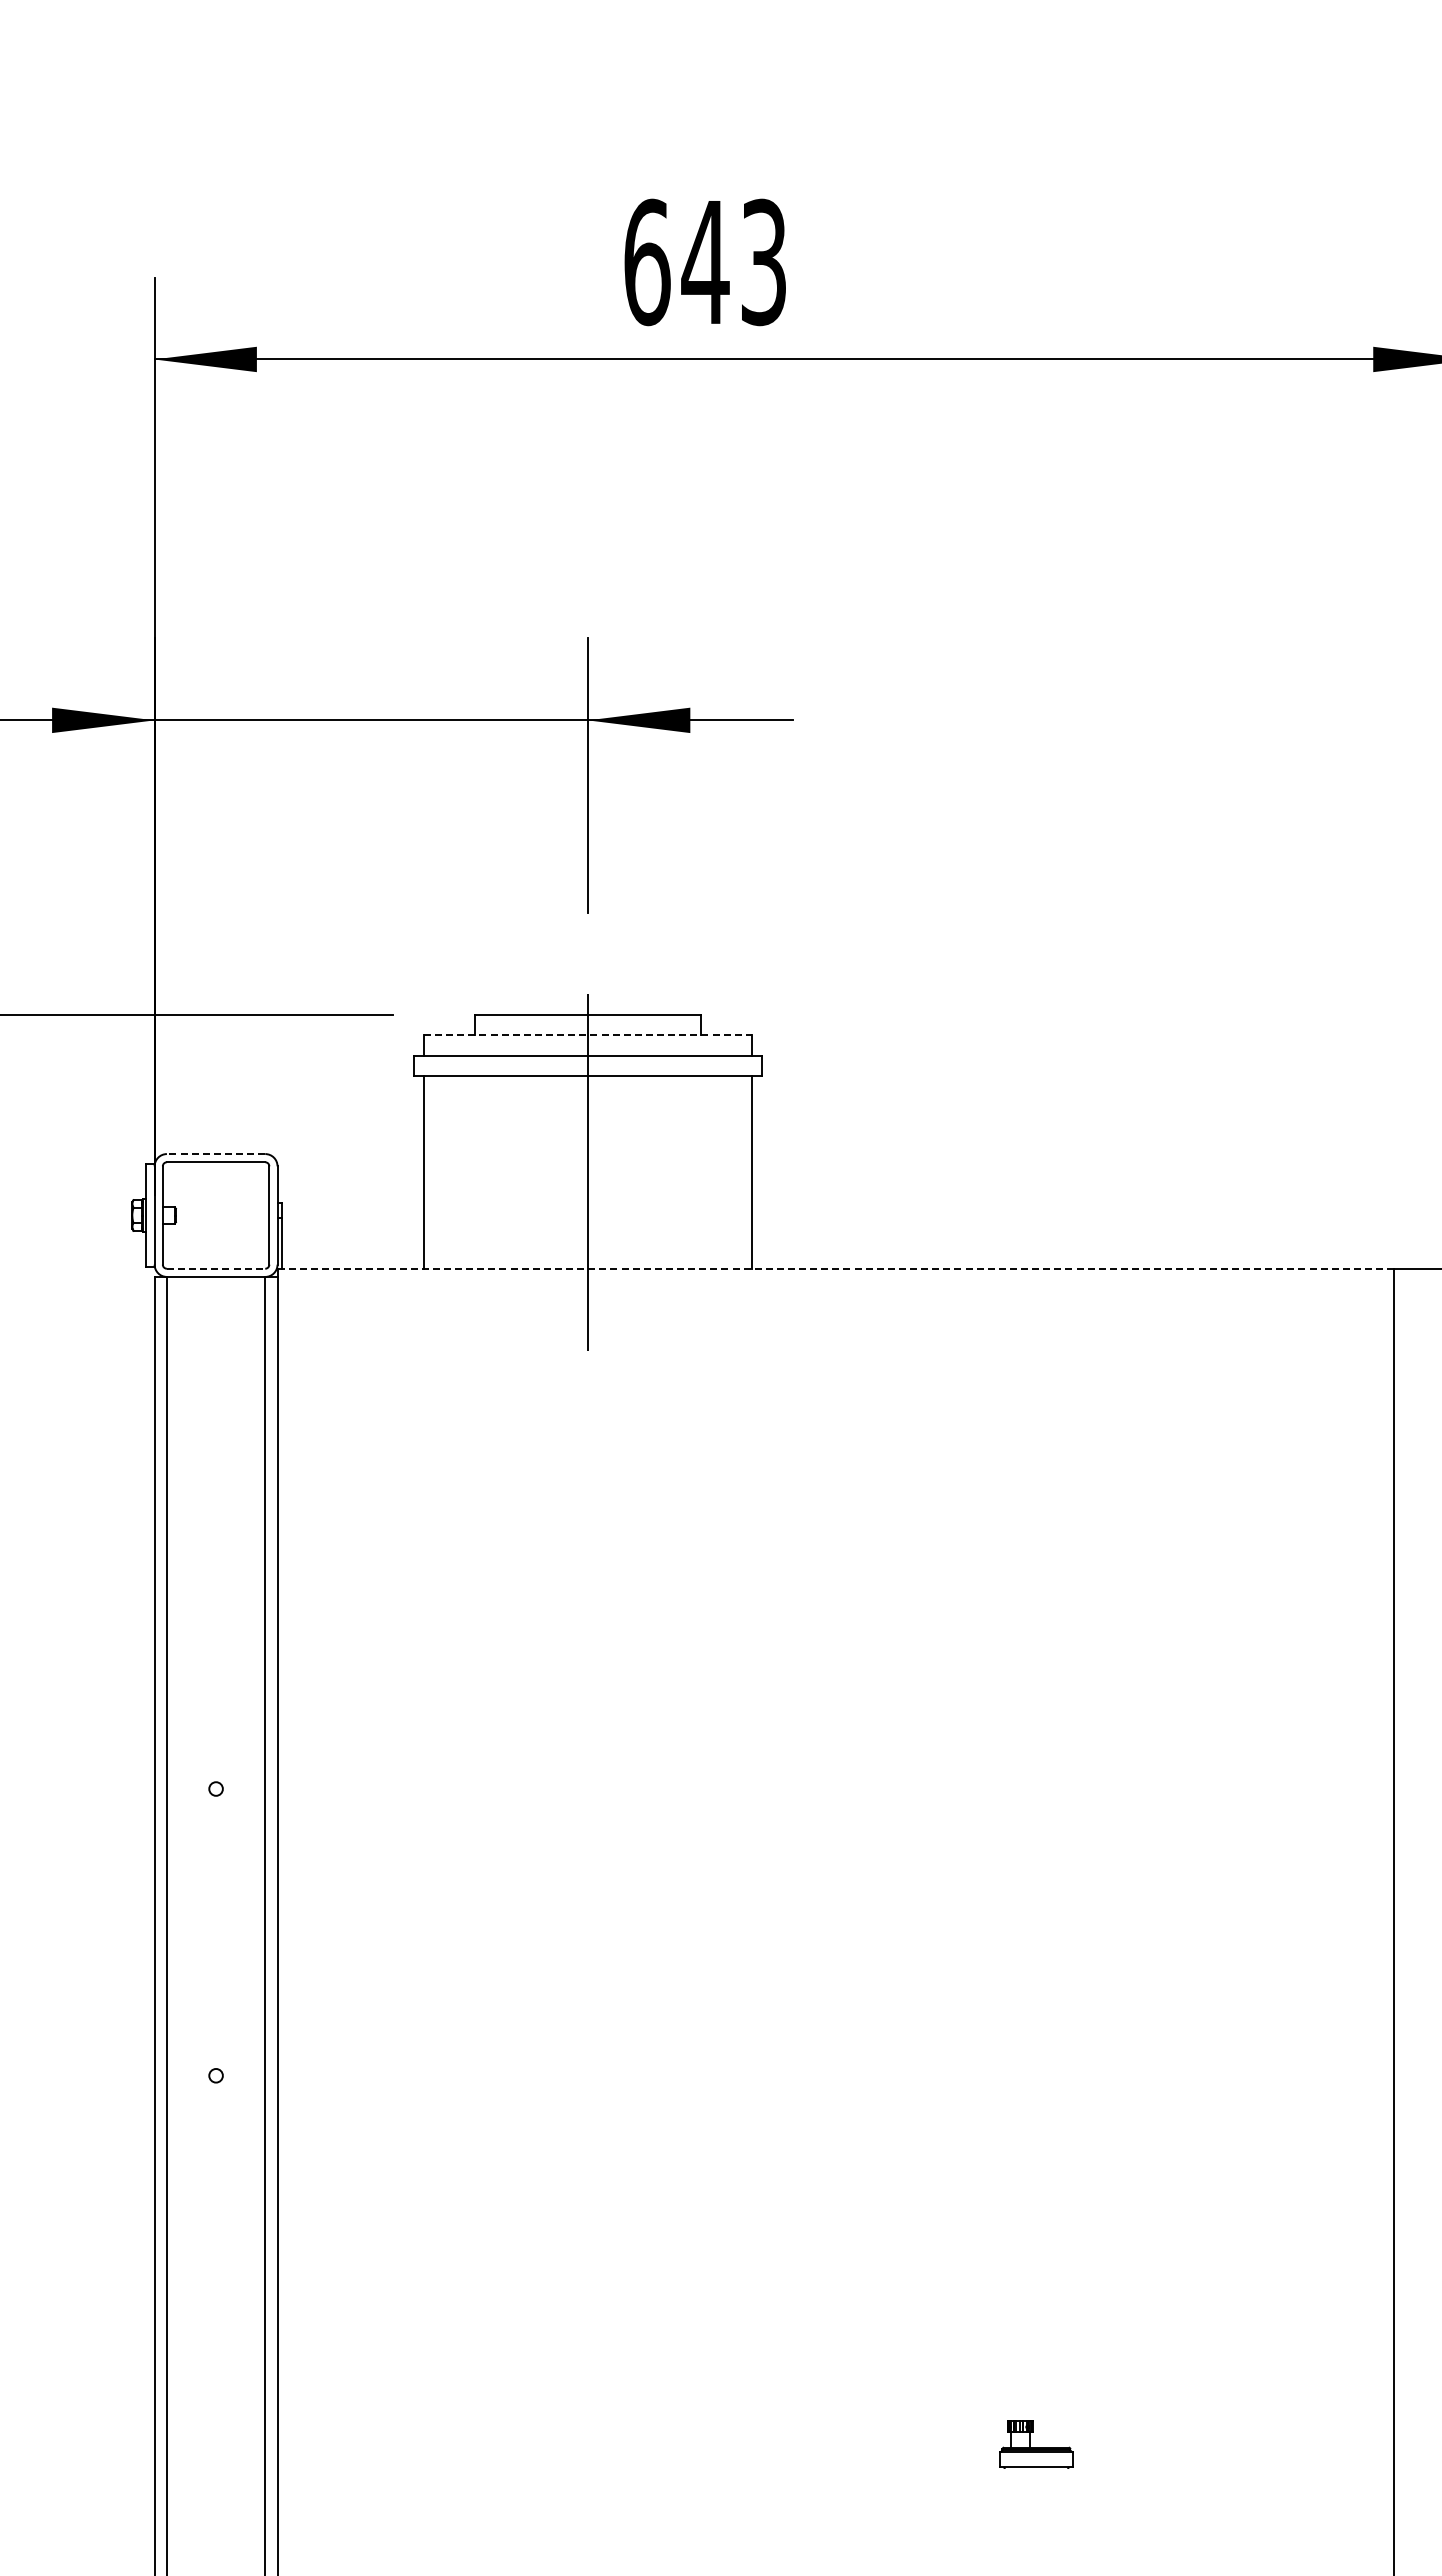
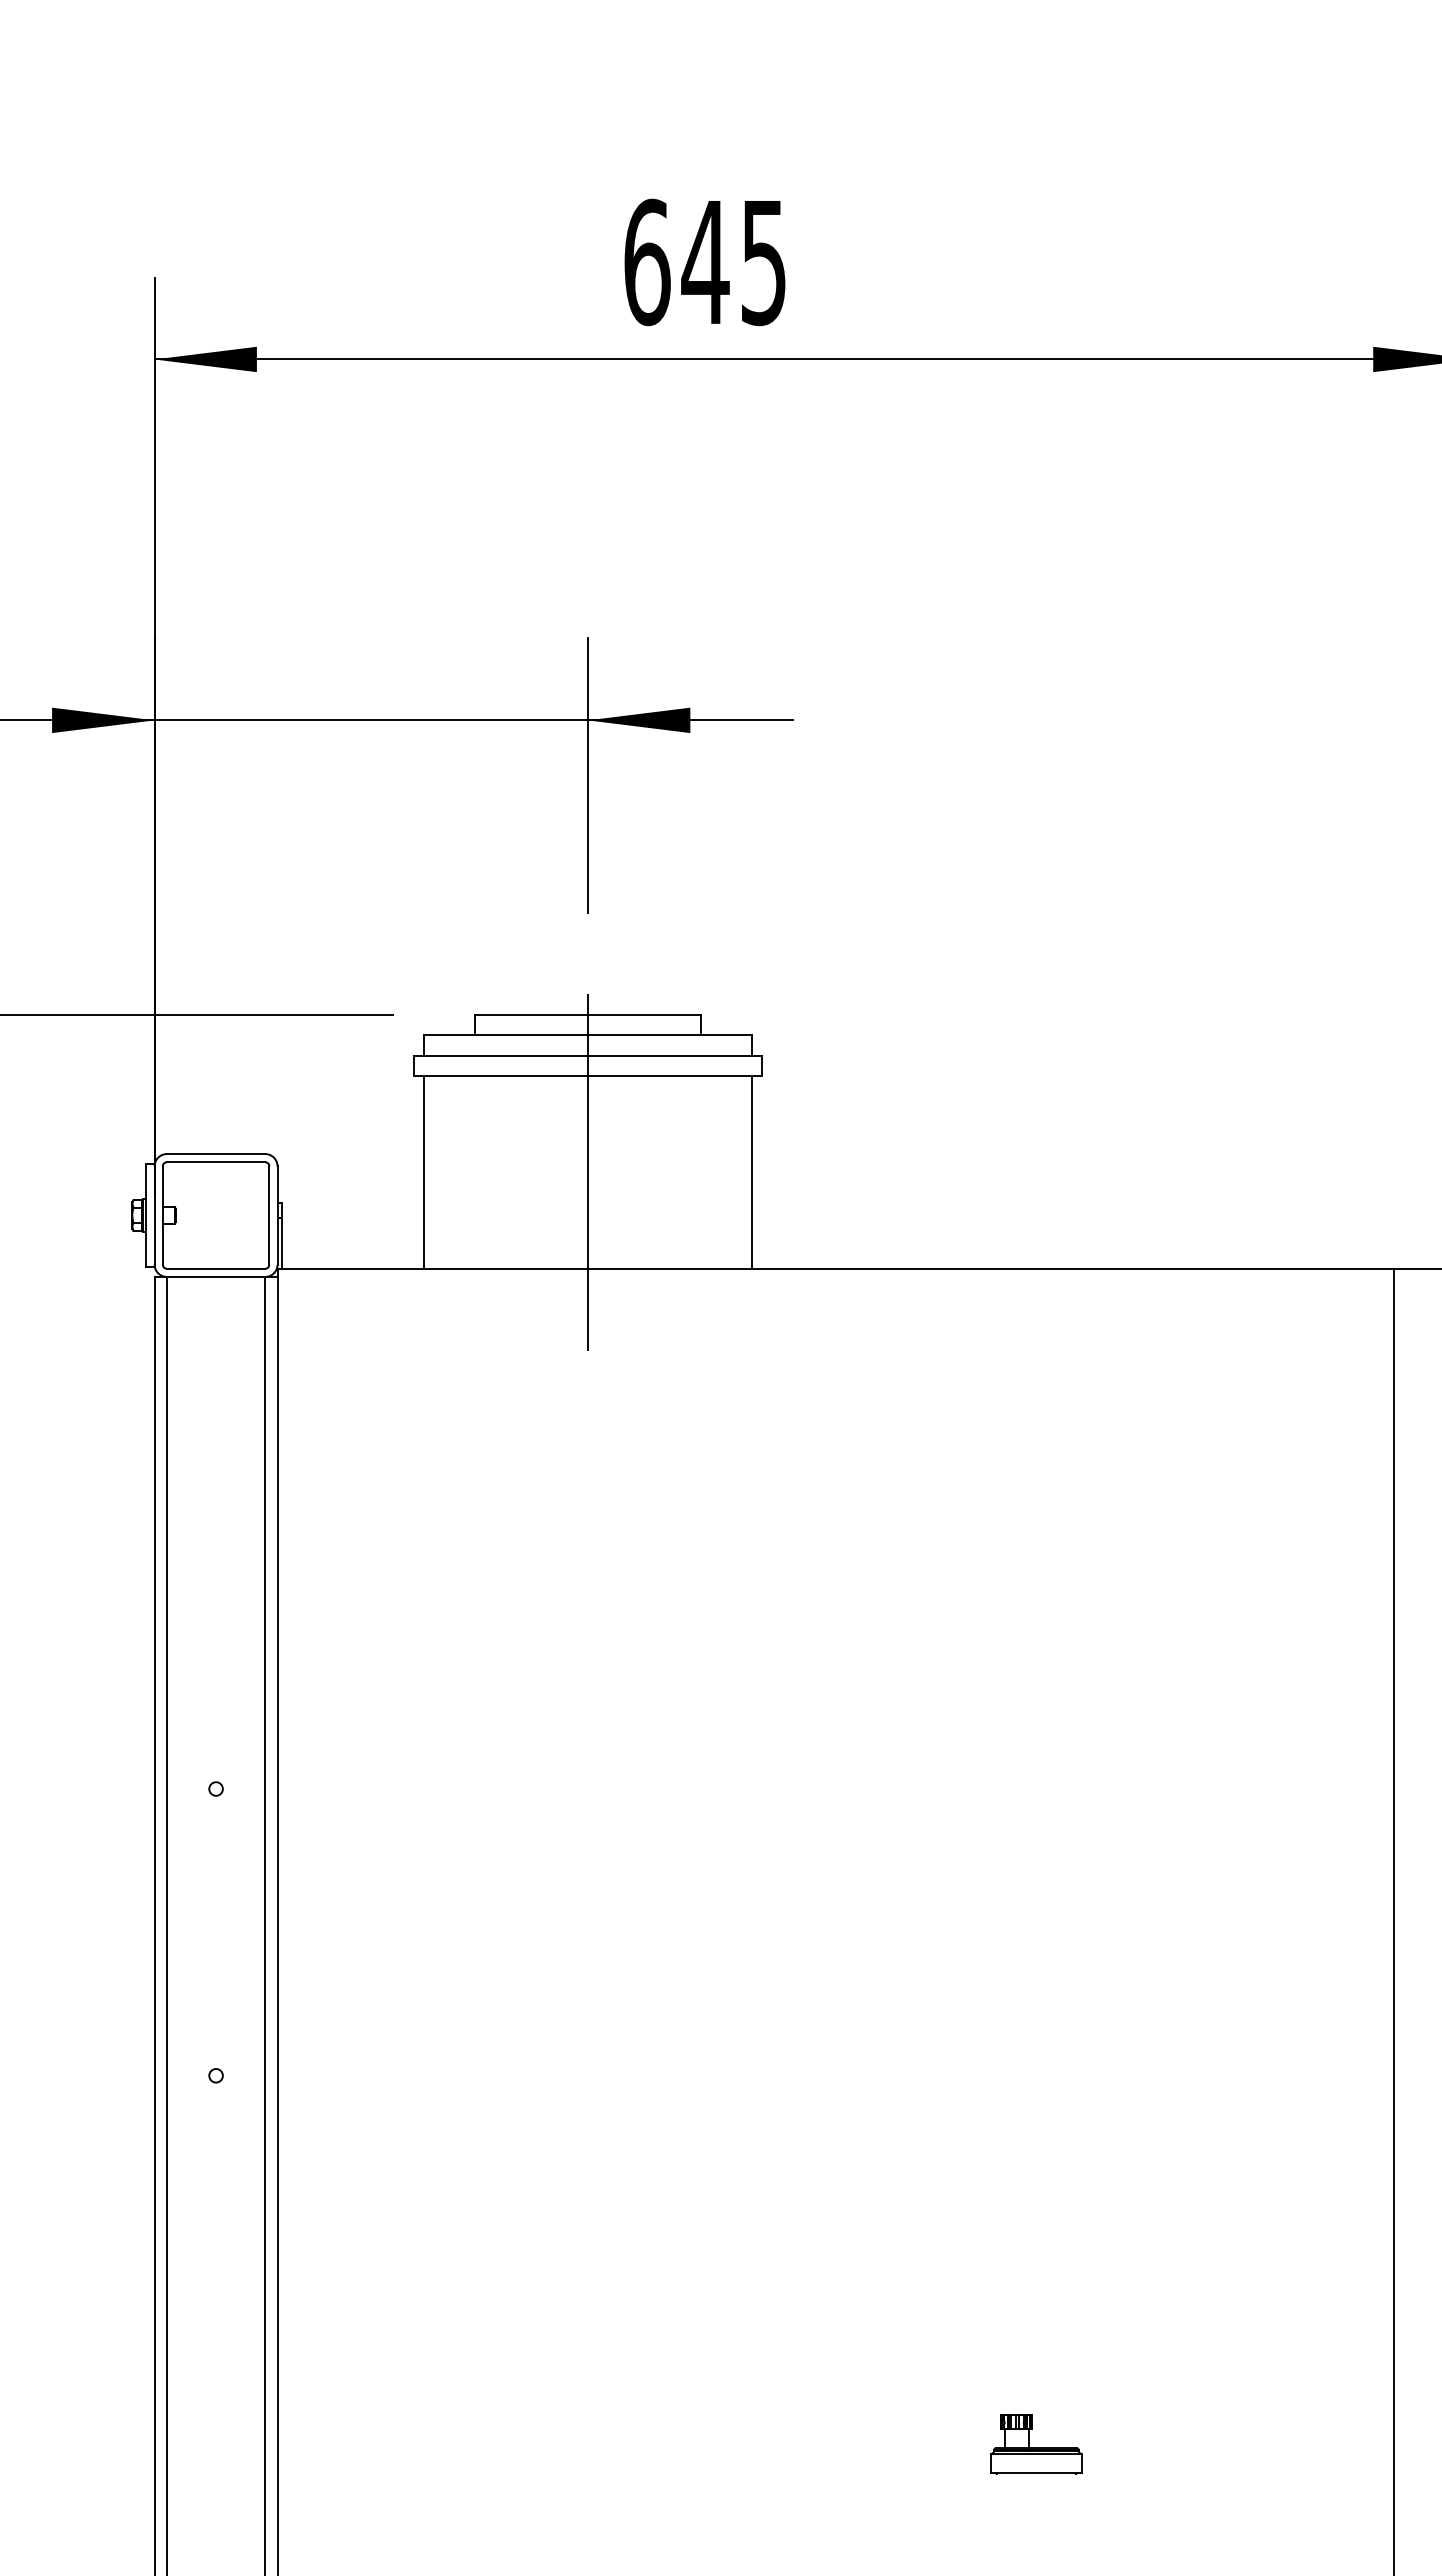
text at (763, 261): 643 -> 645
line at (587, 1035): dashed -> solid
line at (215, 1154): dashed -> solid
line at (216, 1268): dashed -> solid
line at (836, 1268): dashed -> solid
part at (1036, 2444) size: 75x49 px -> 93x61 px
